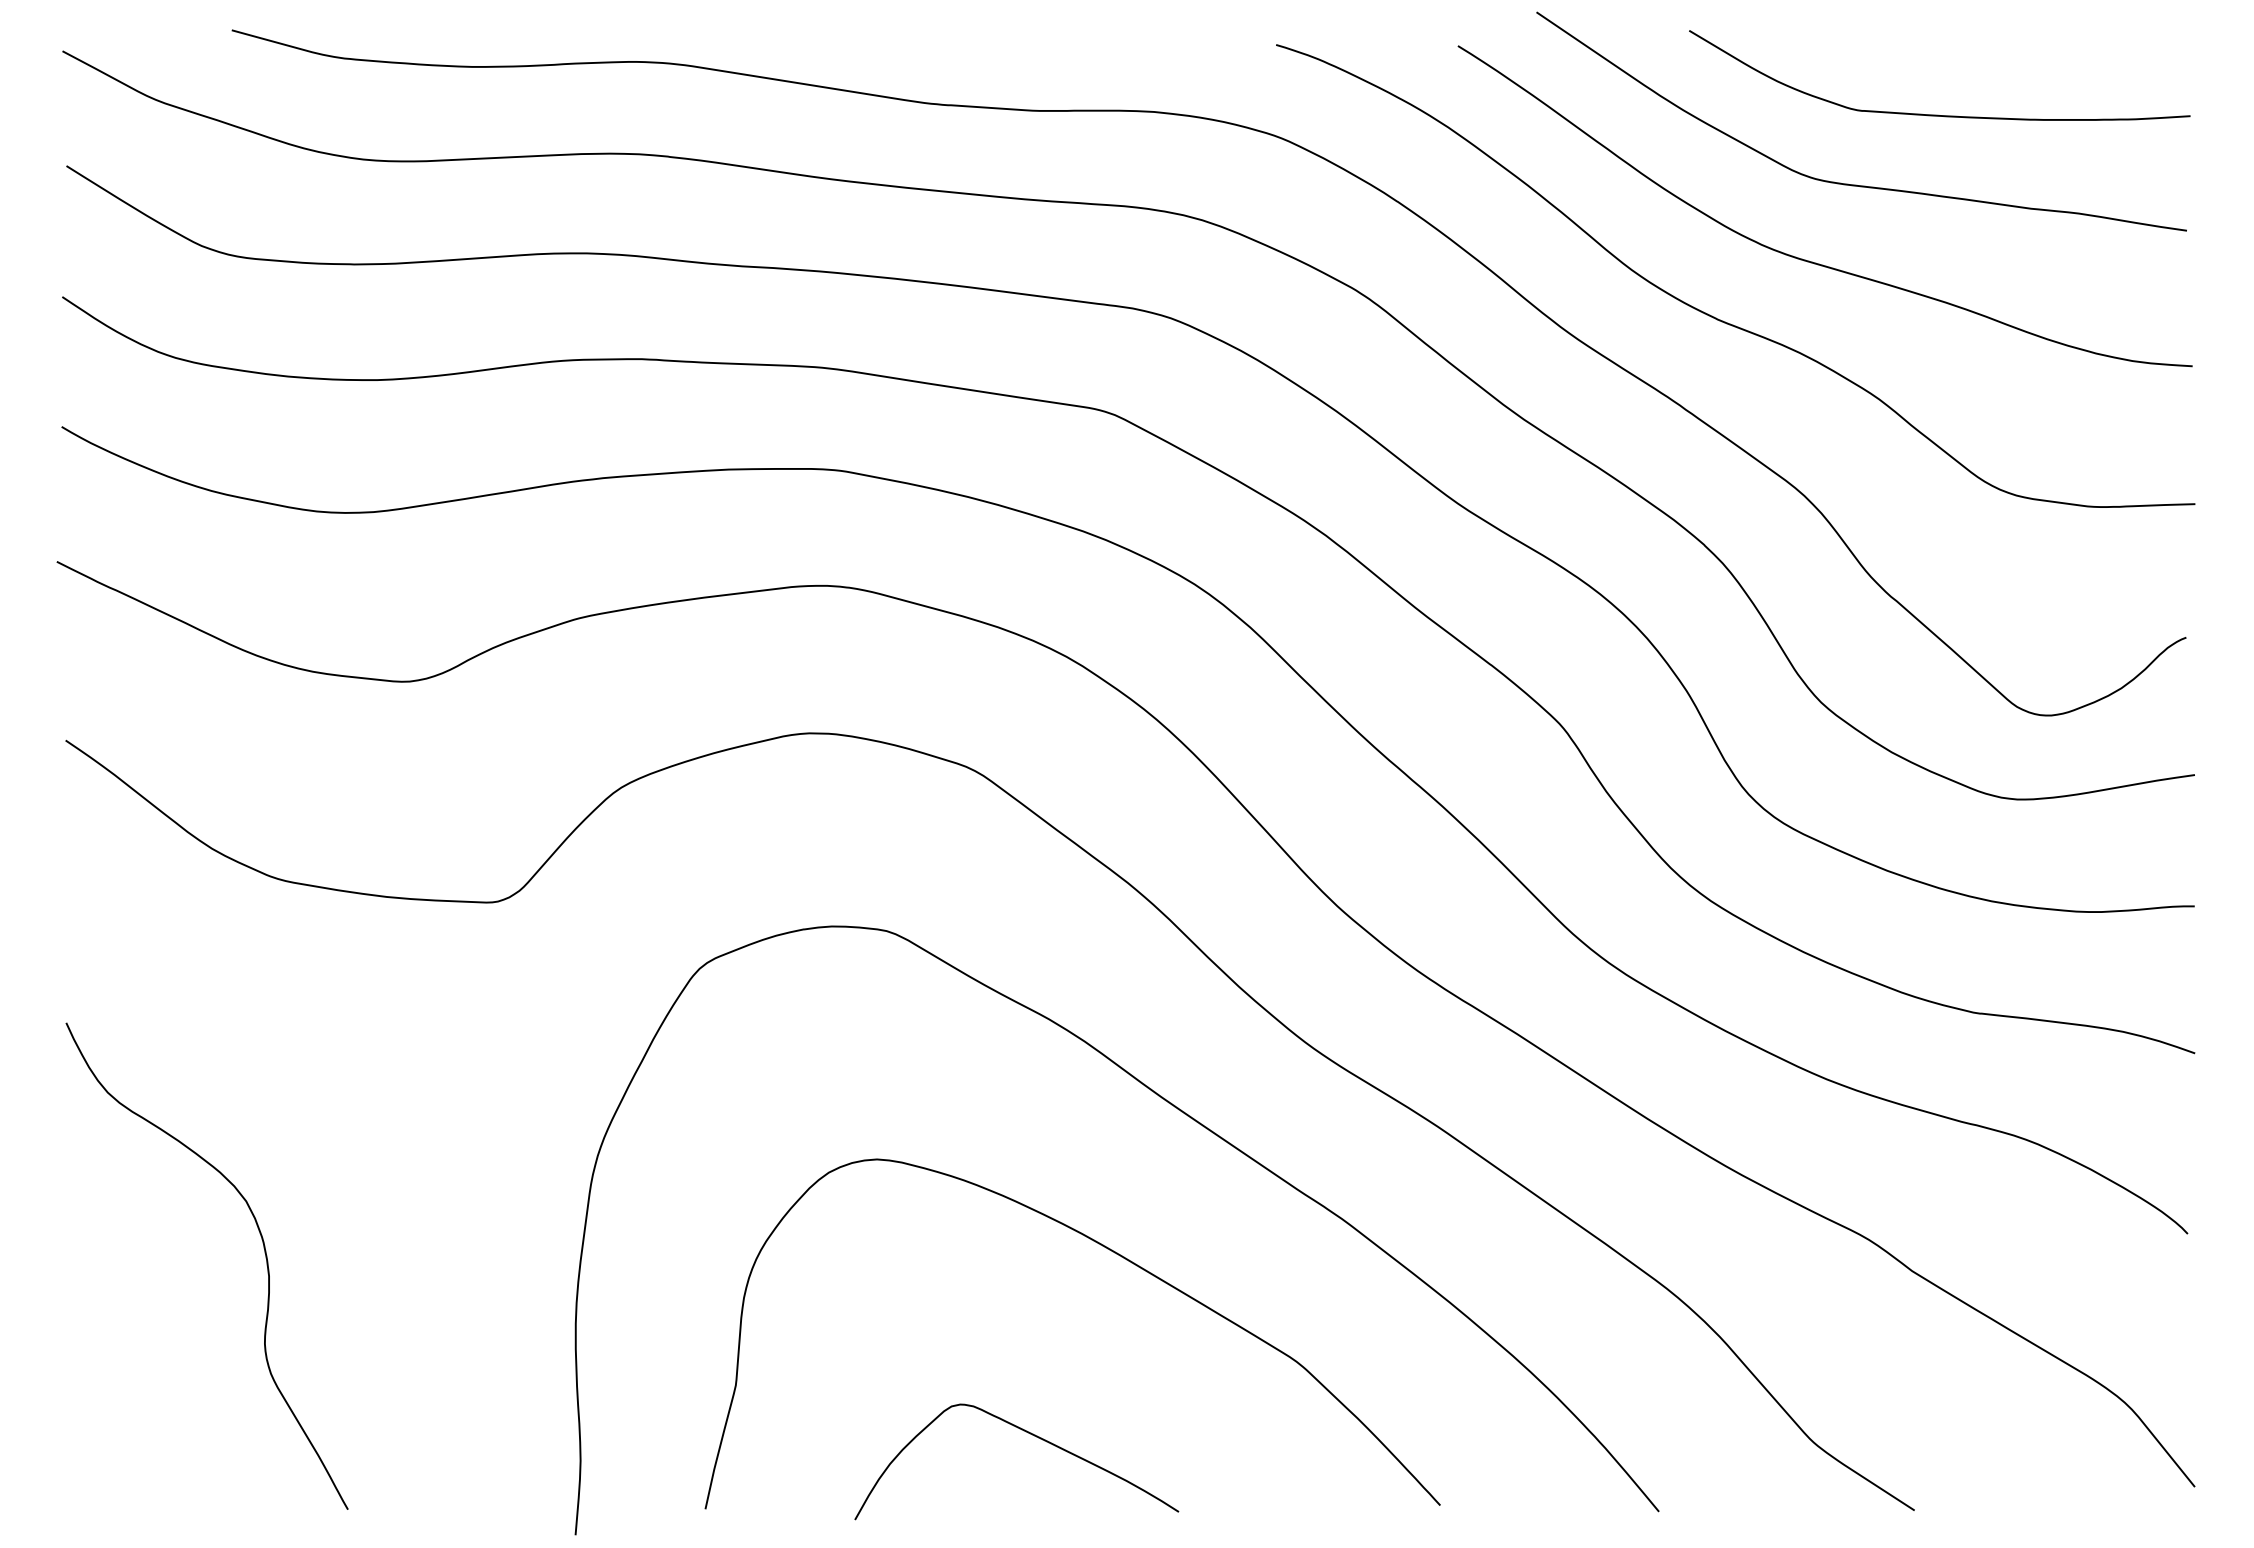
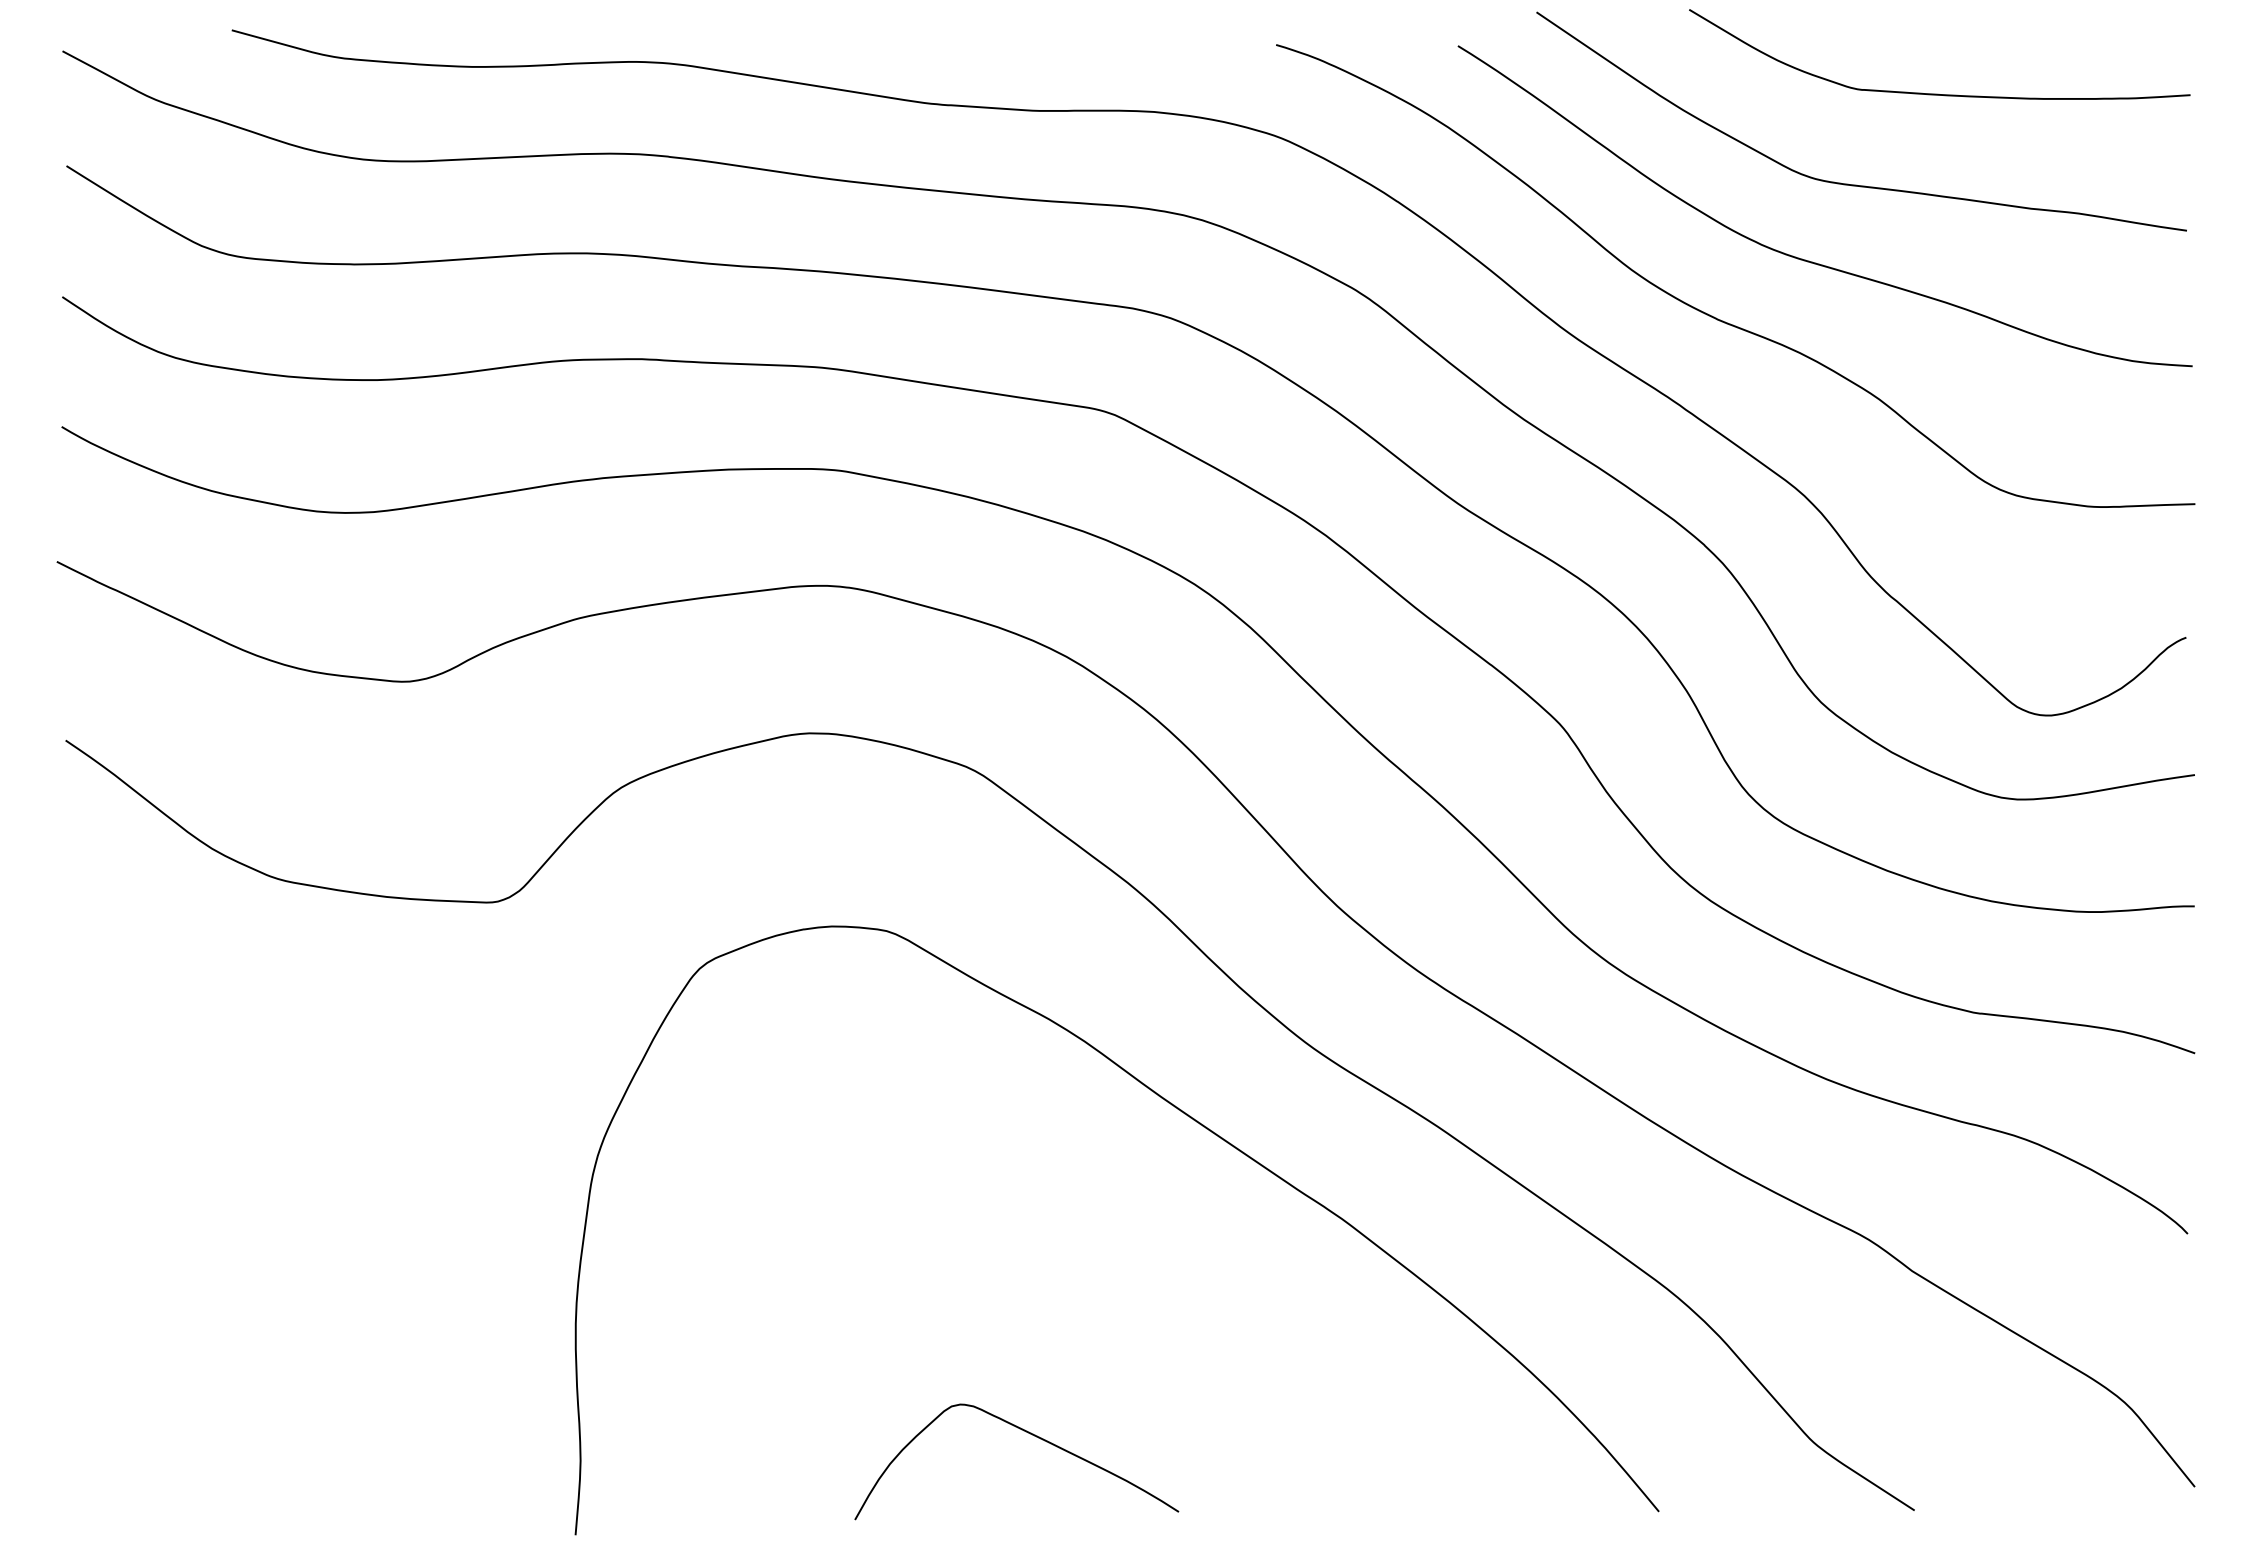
curve at (1938, 114) position: (1938, 114) -> (1938, 93)
curve at (264, 1253): present -> none
curve at (1114, 1253): present -> none
